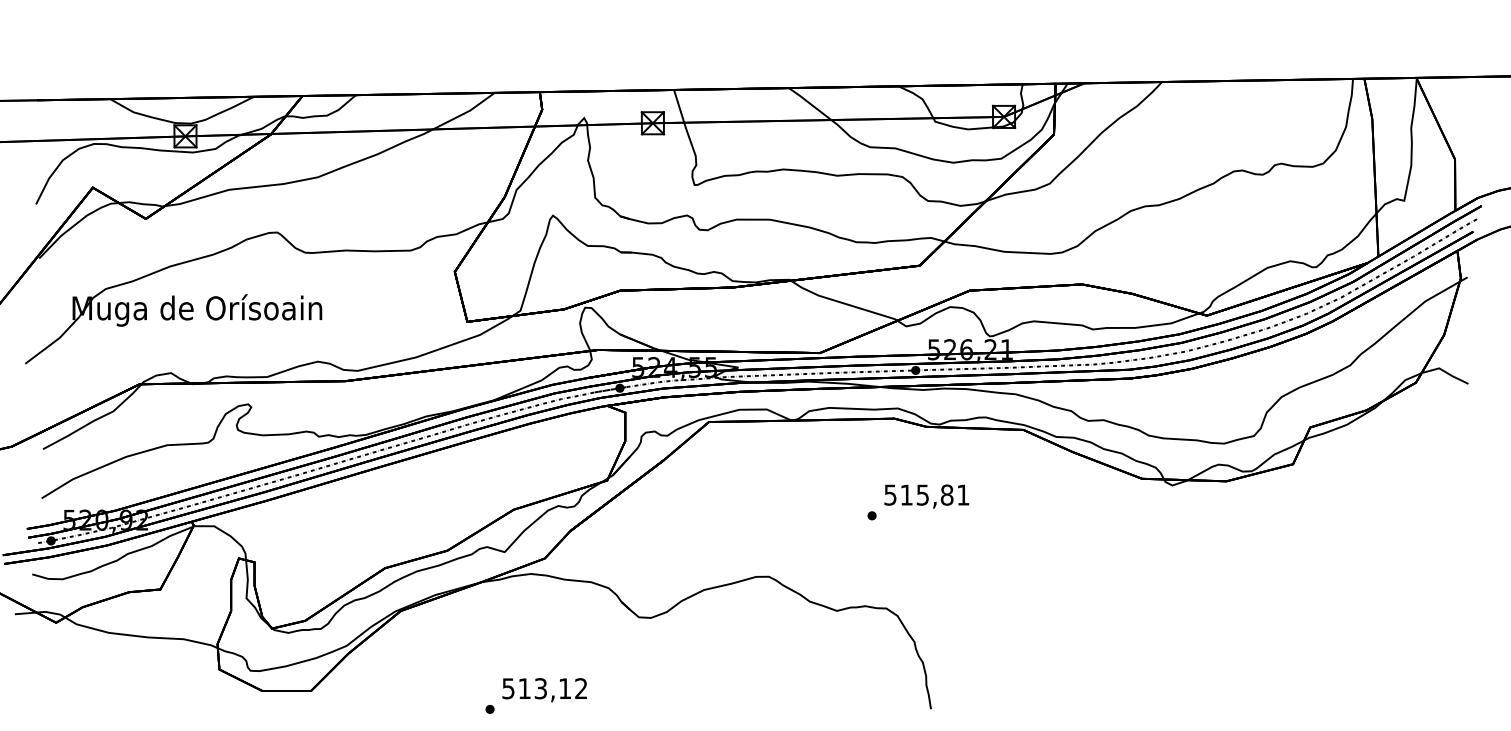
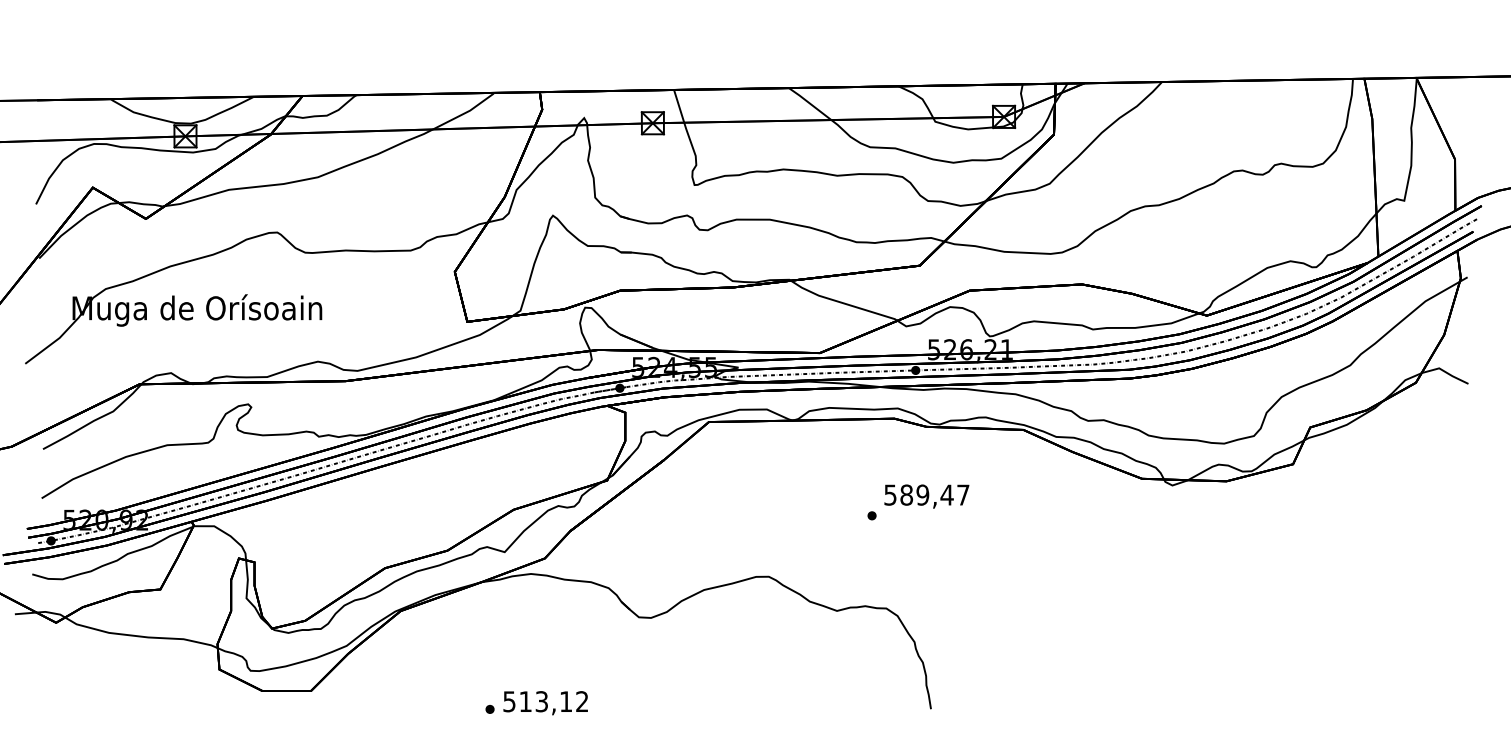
text at (934, 494): 515,81 -> 589,47
text at (544, 690) position: (544, 690) -> (545, 703)
